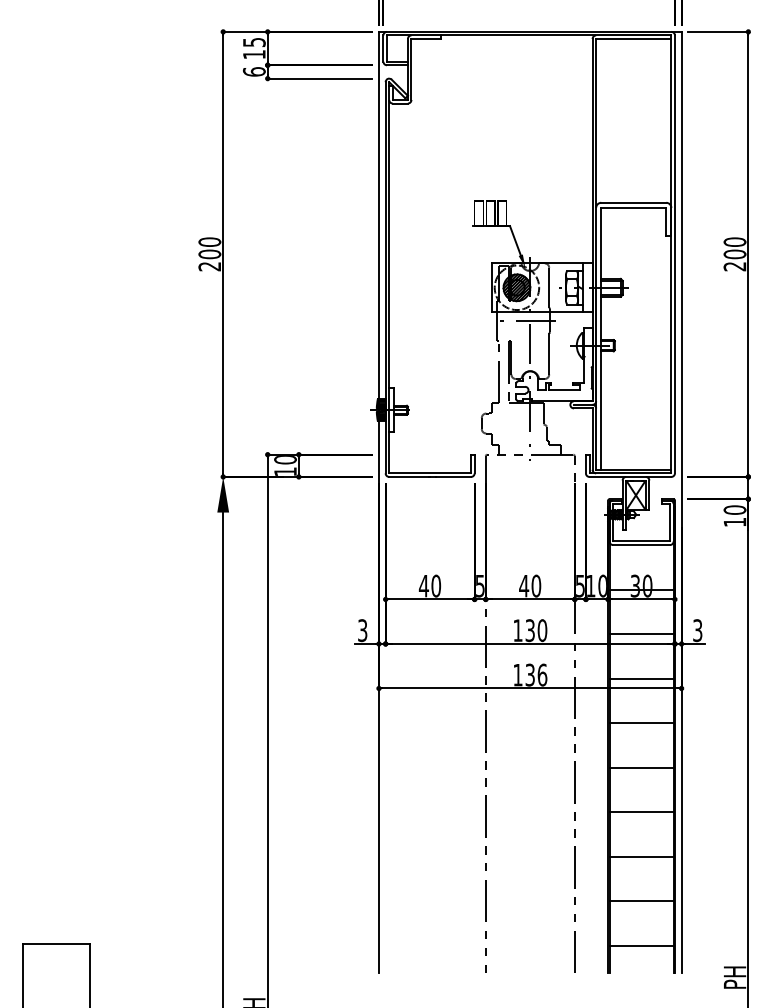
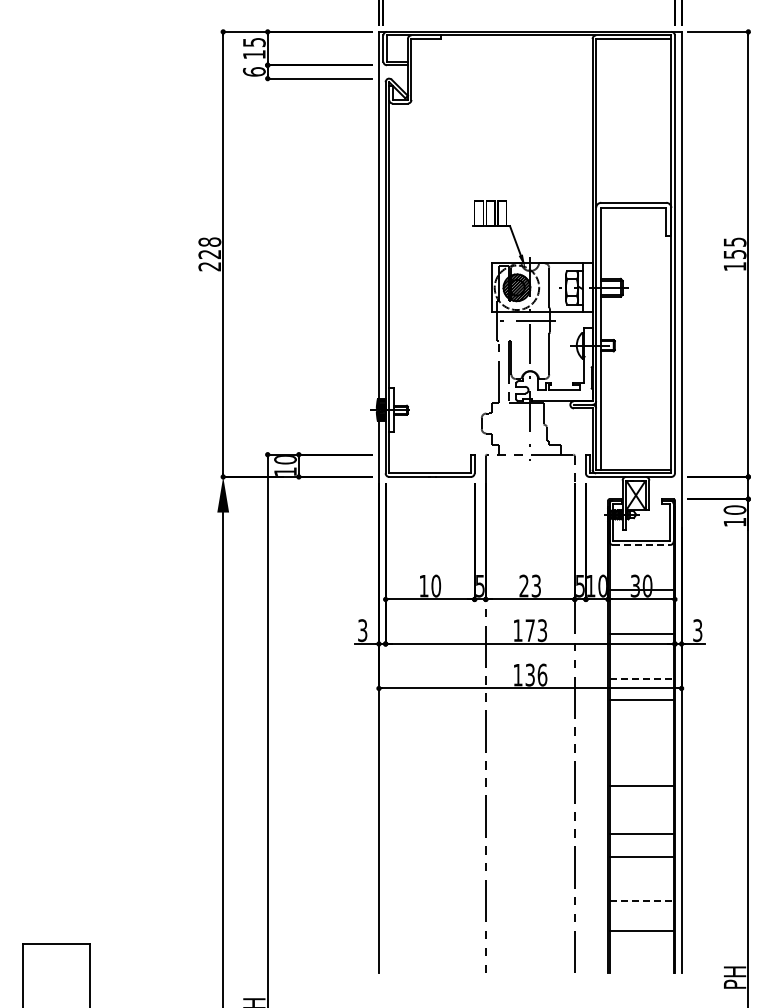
text at (209, 248): 200 -> 228
text at (734, 254): 200 -> 155
line at (642, 545): solid -> dashed
text at (530, 585): 40 -> 23
text at (423, 586): 40 -> 10
text at (536, 630): 130 -> 173
line at (642, 678): solid -> dashed
line at (641, 723) position: (641, 723) -> (641, 700)
line at (641, 767) position: (641, 767) -> (641, 785)
line at (641, 812) position: (641, 812) -> (641, 834)
line at (642, 901): solid -> dashed
line at (641, 945) position: (641, 945) -> (641, 930)
